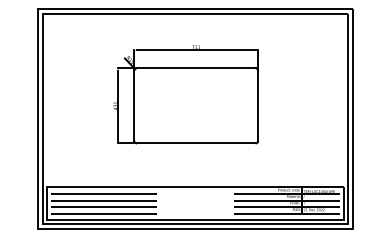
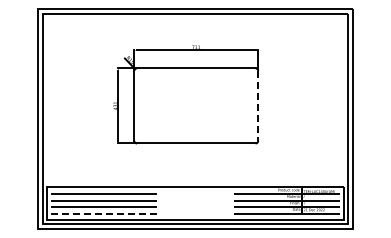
line at (258, 105): solid -> dashed
line at (103, 213): solid -> dashed
